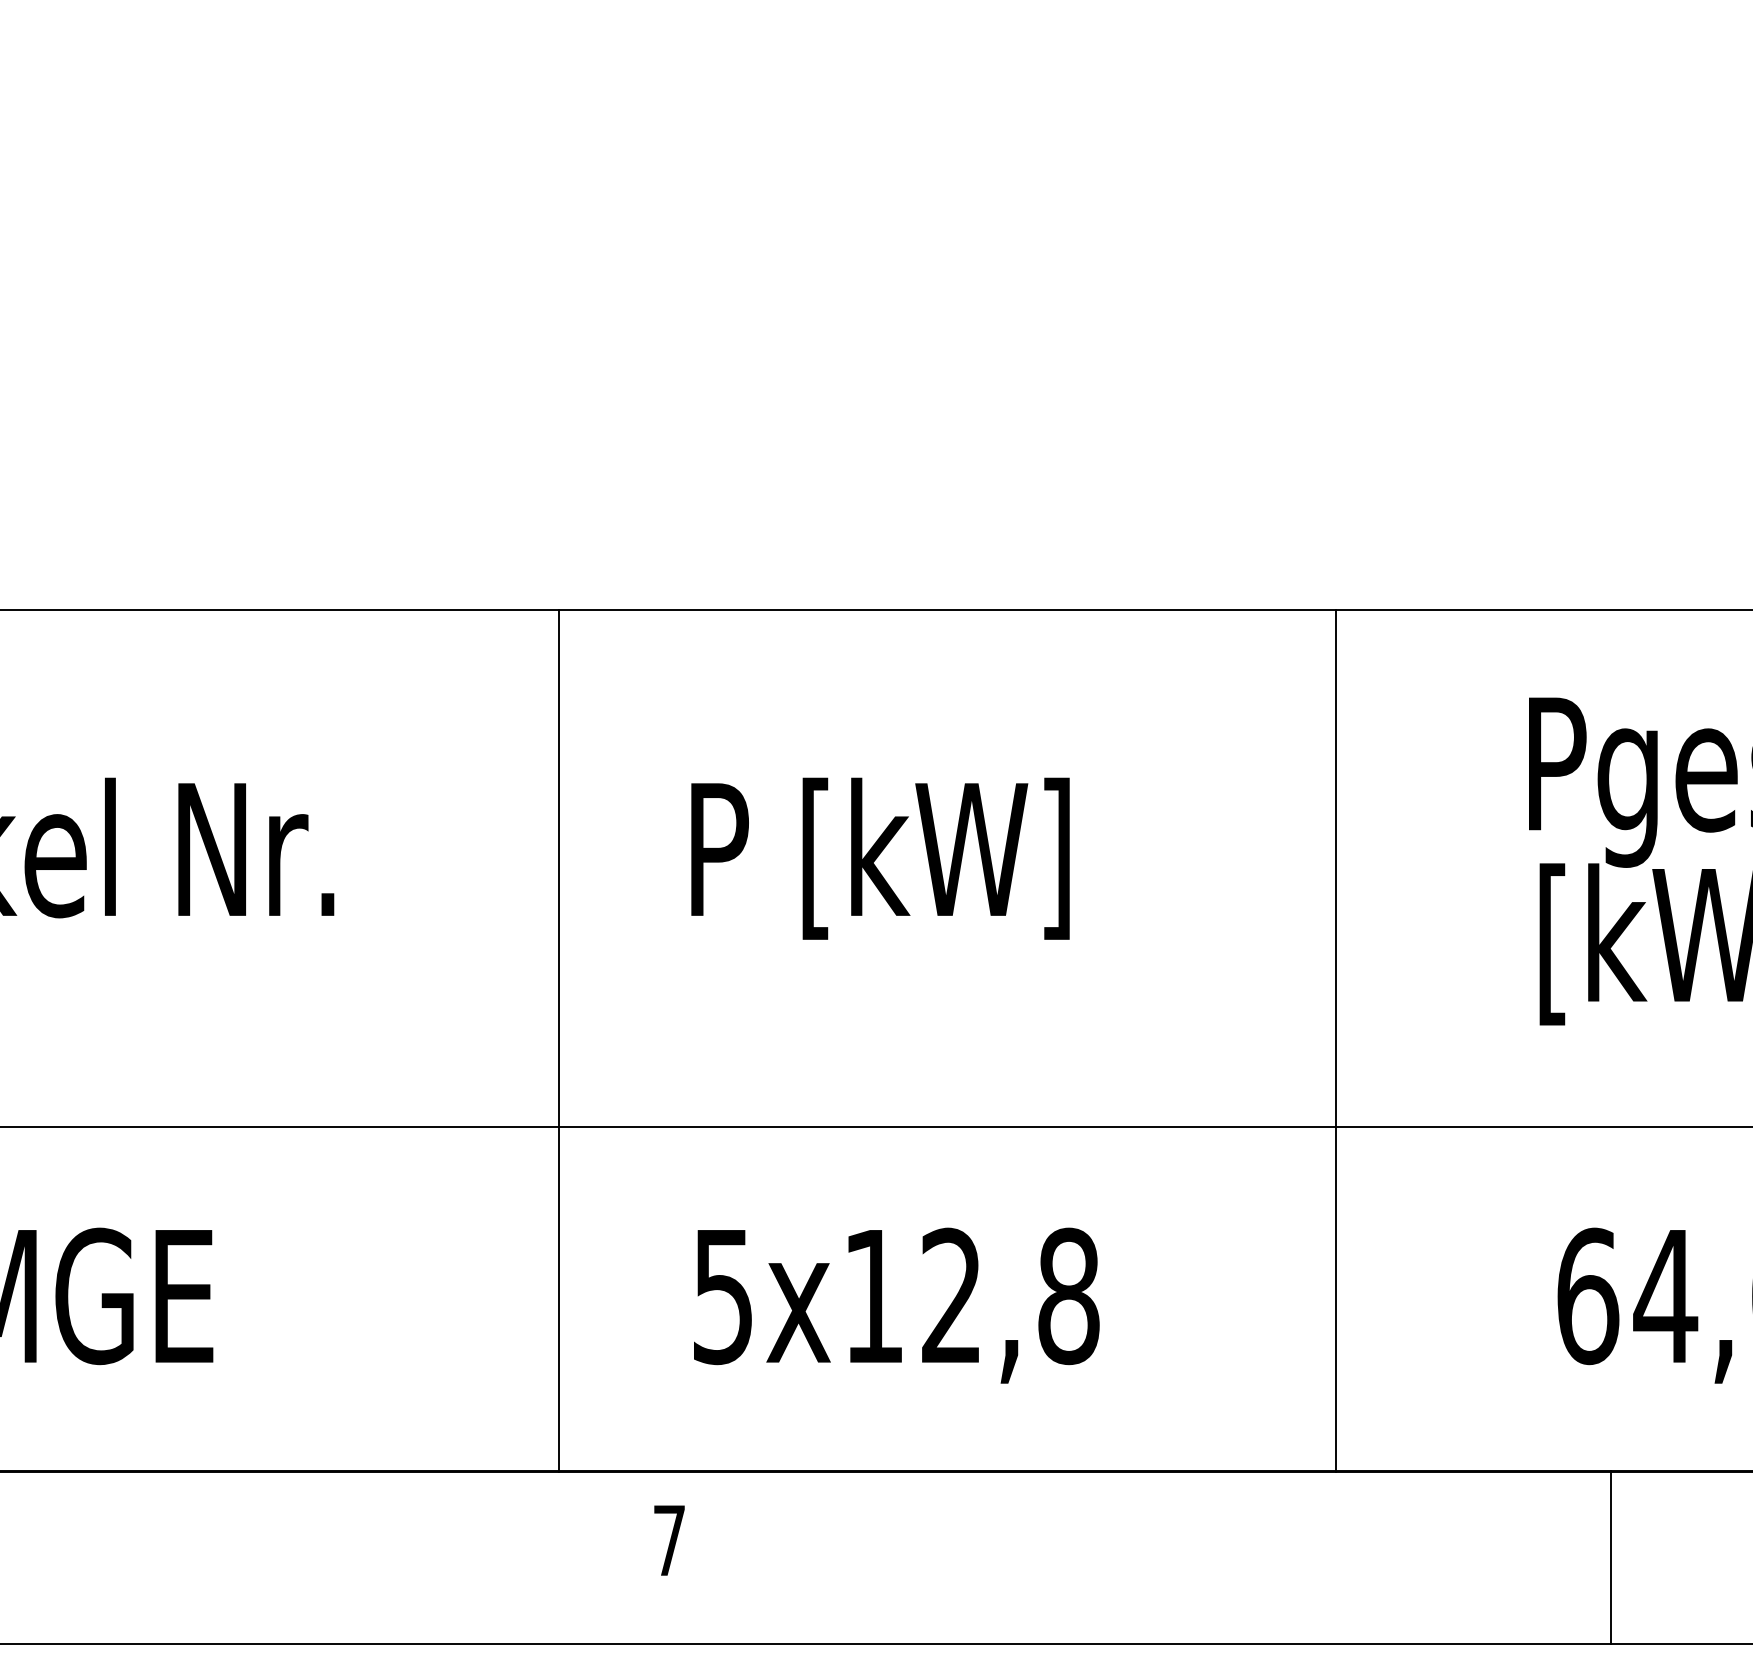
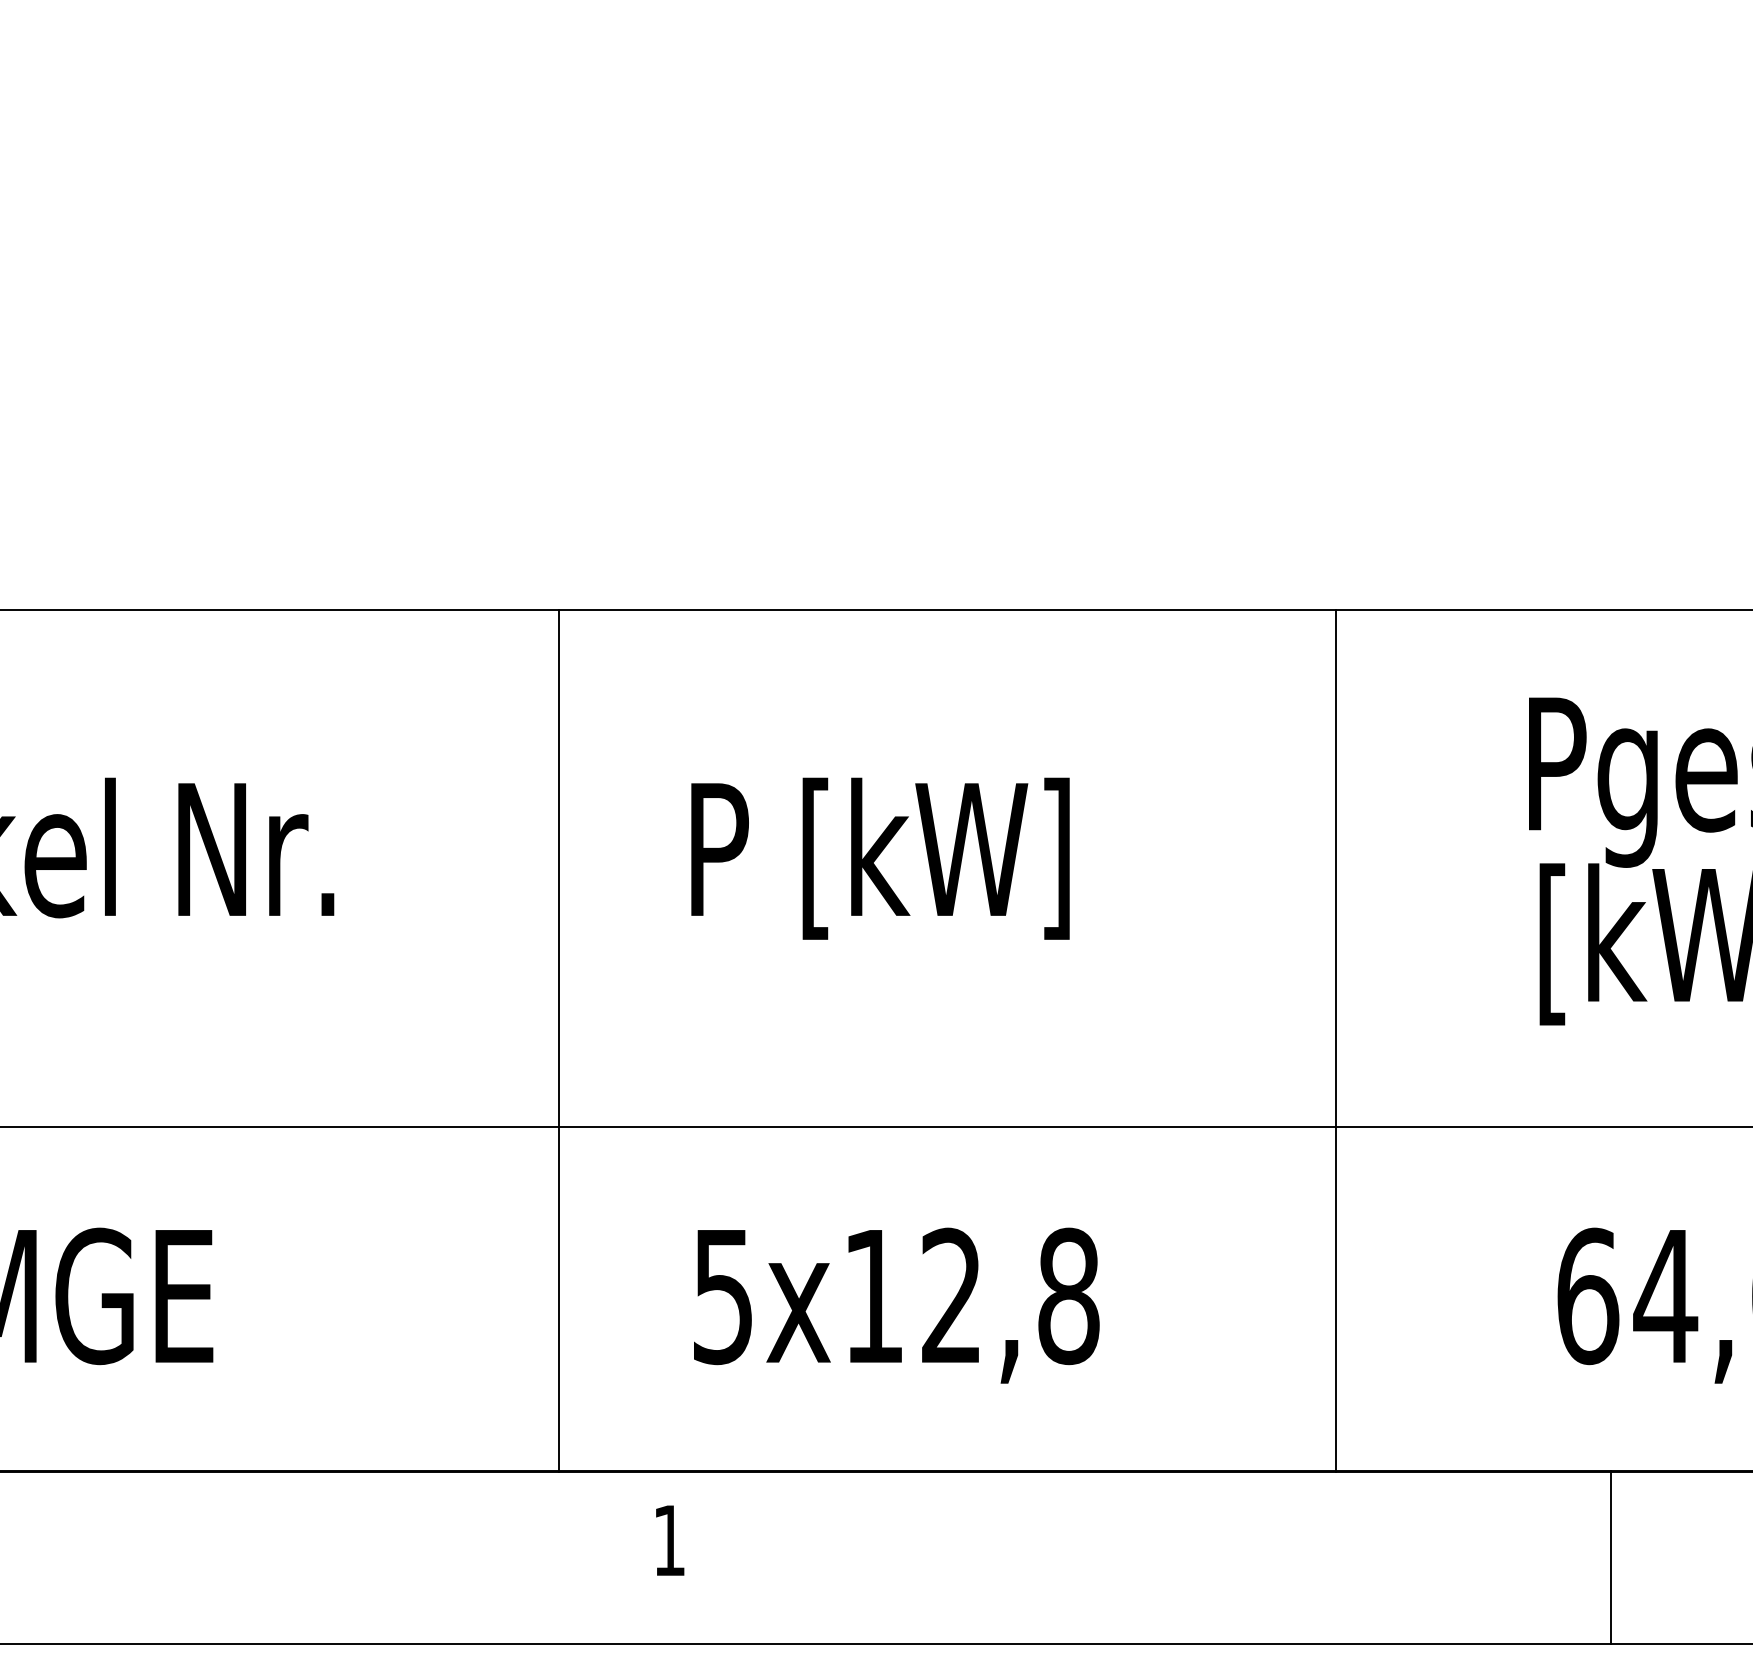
text at (669, 1540): 7 -> 1
